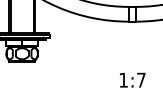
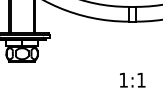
text at (141, 79): 1:7 -> 1:1
